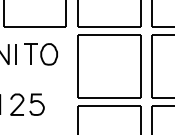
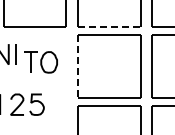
line at (109, 26): solid -> dashed
part at (40, 54) position: (40, 54) -> (40, 62)
line at (77, 66): solid -> dashed
